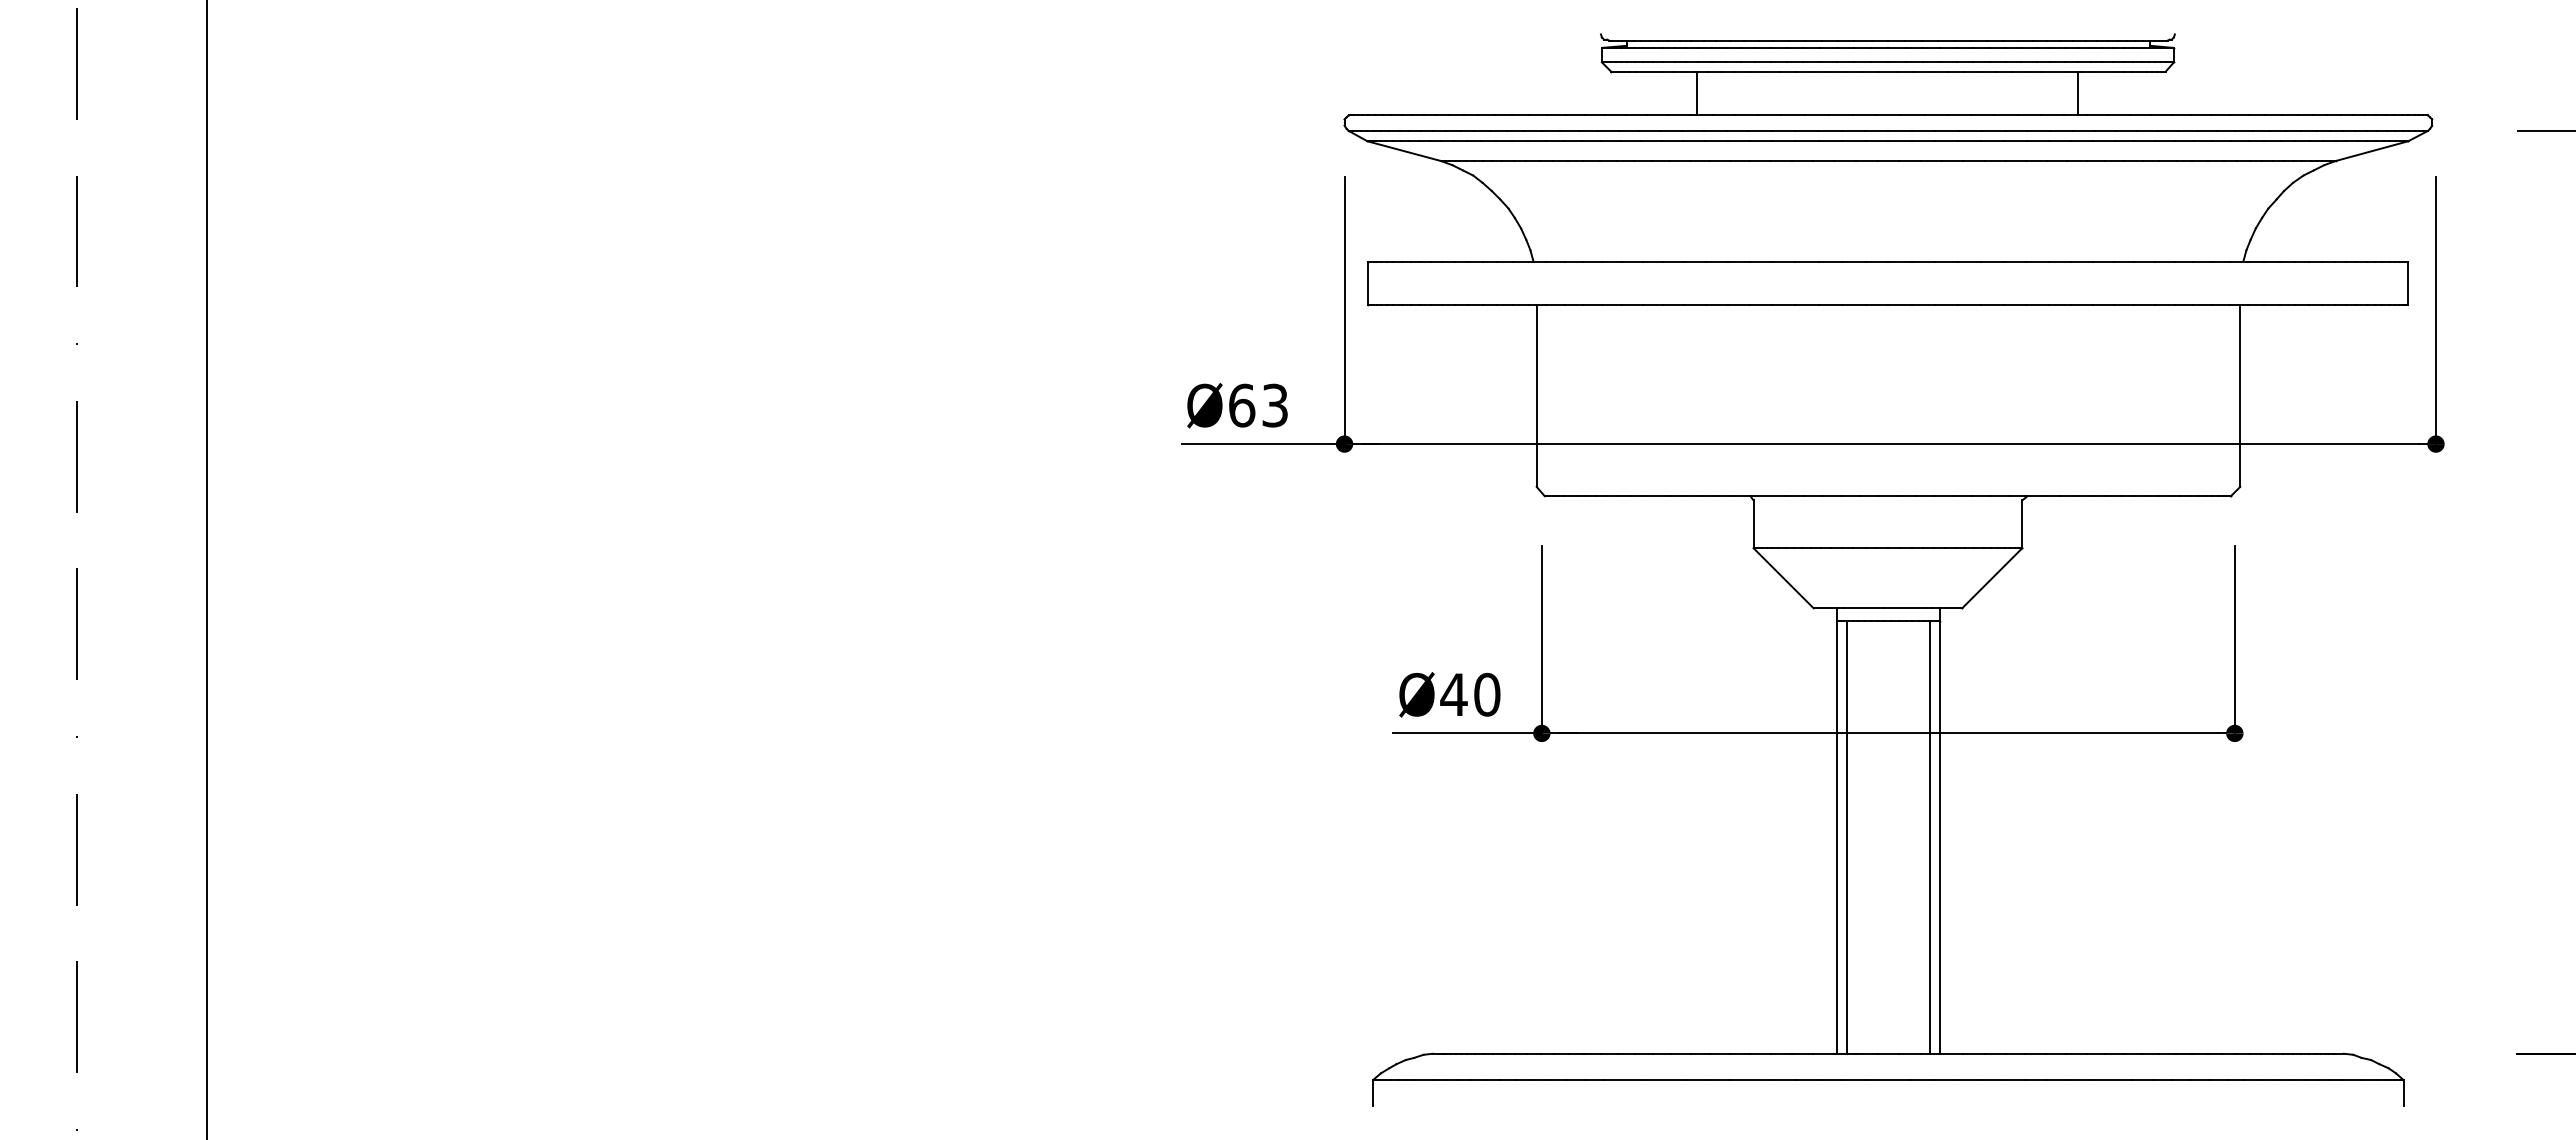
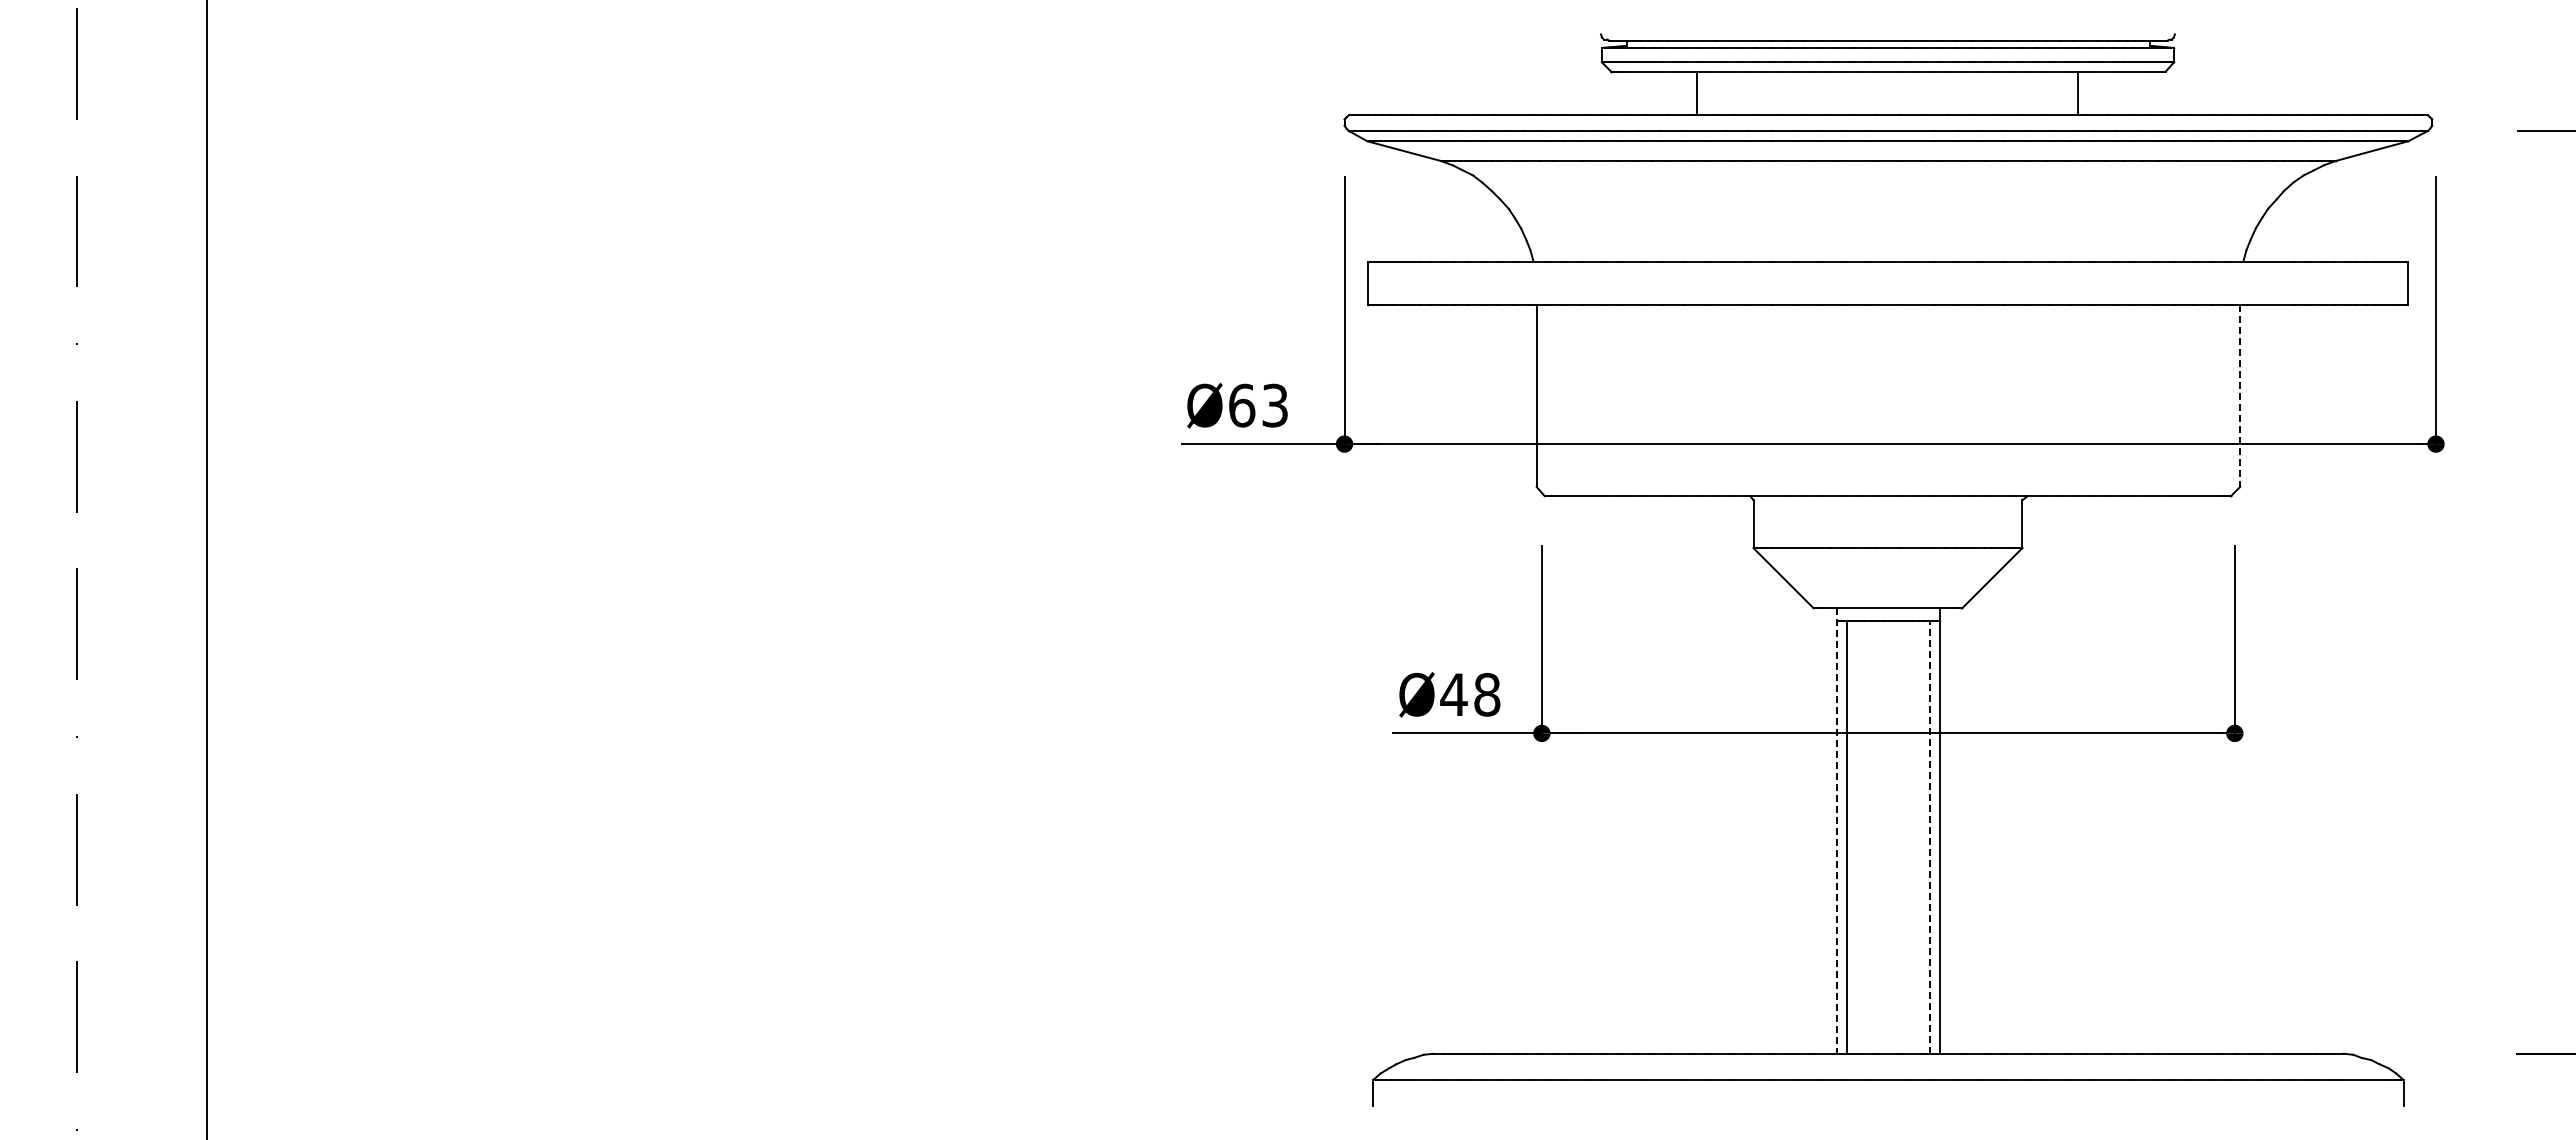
line at (2240, 396): solid -> dashed
text at (1487, 694): Ø40 -> Ø48
line at (1836, 831): solid -> dashed
line at (1929, 836): solid -> dashed
